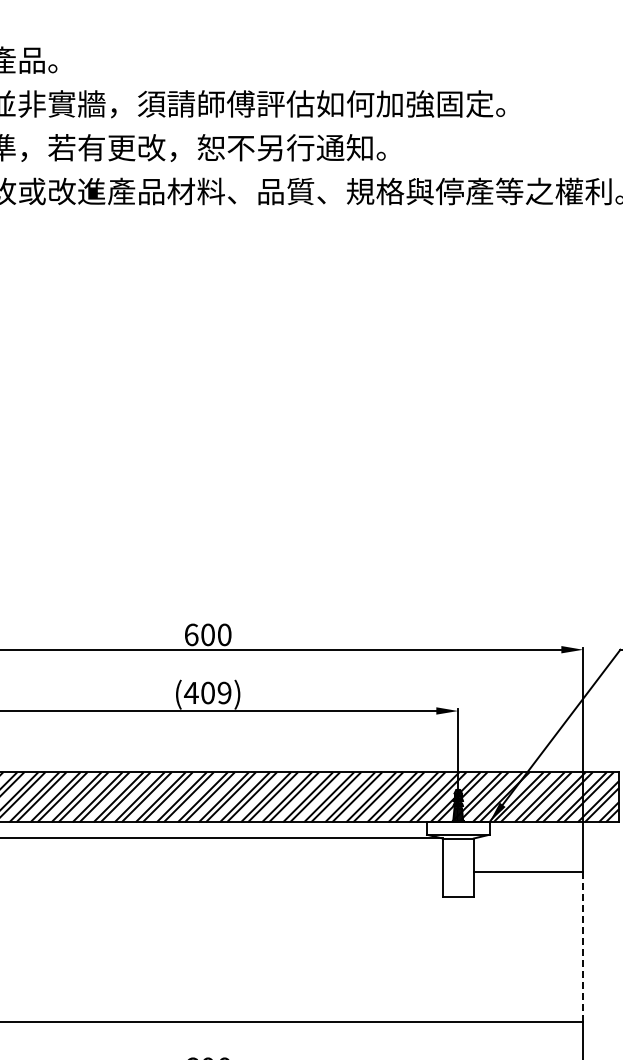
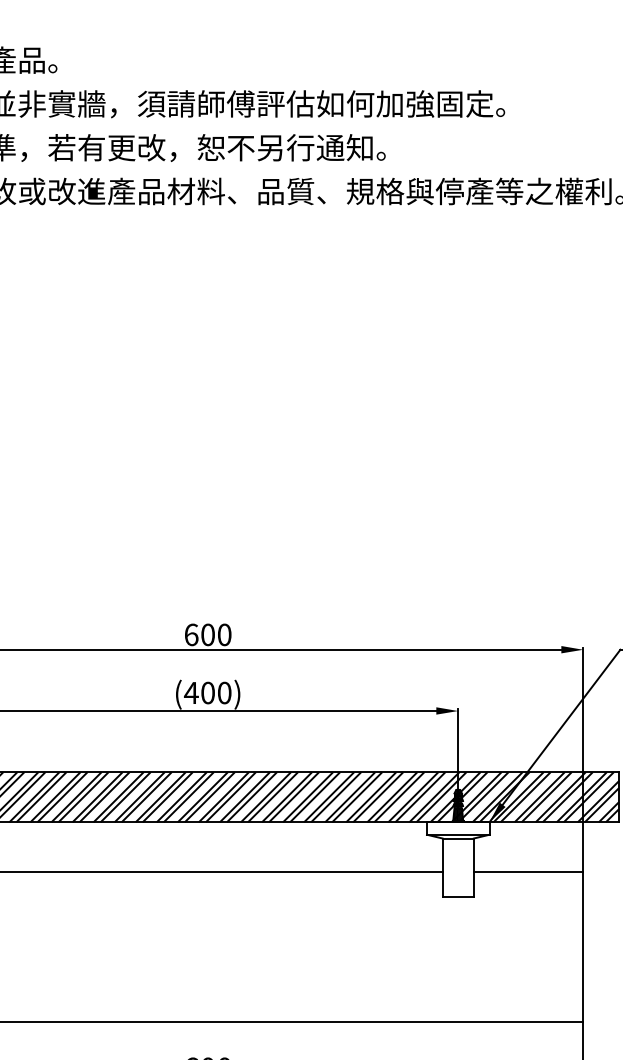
text at (224, 693): (409) -> (400)
line at (222, 838) position: (222, 838) -> (222, 872)
line at (583, 947): dashed -> solid
